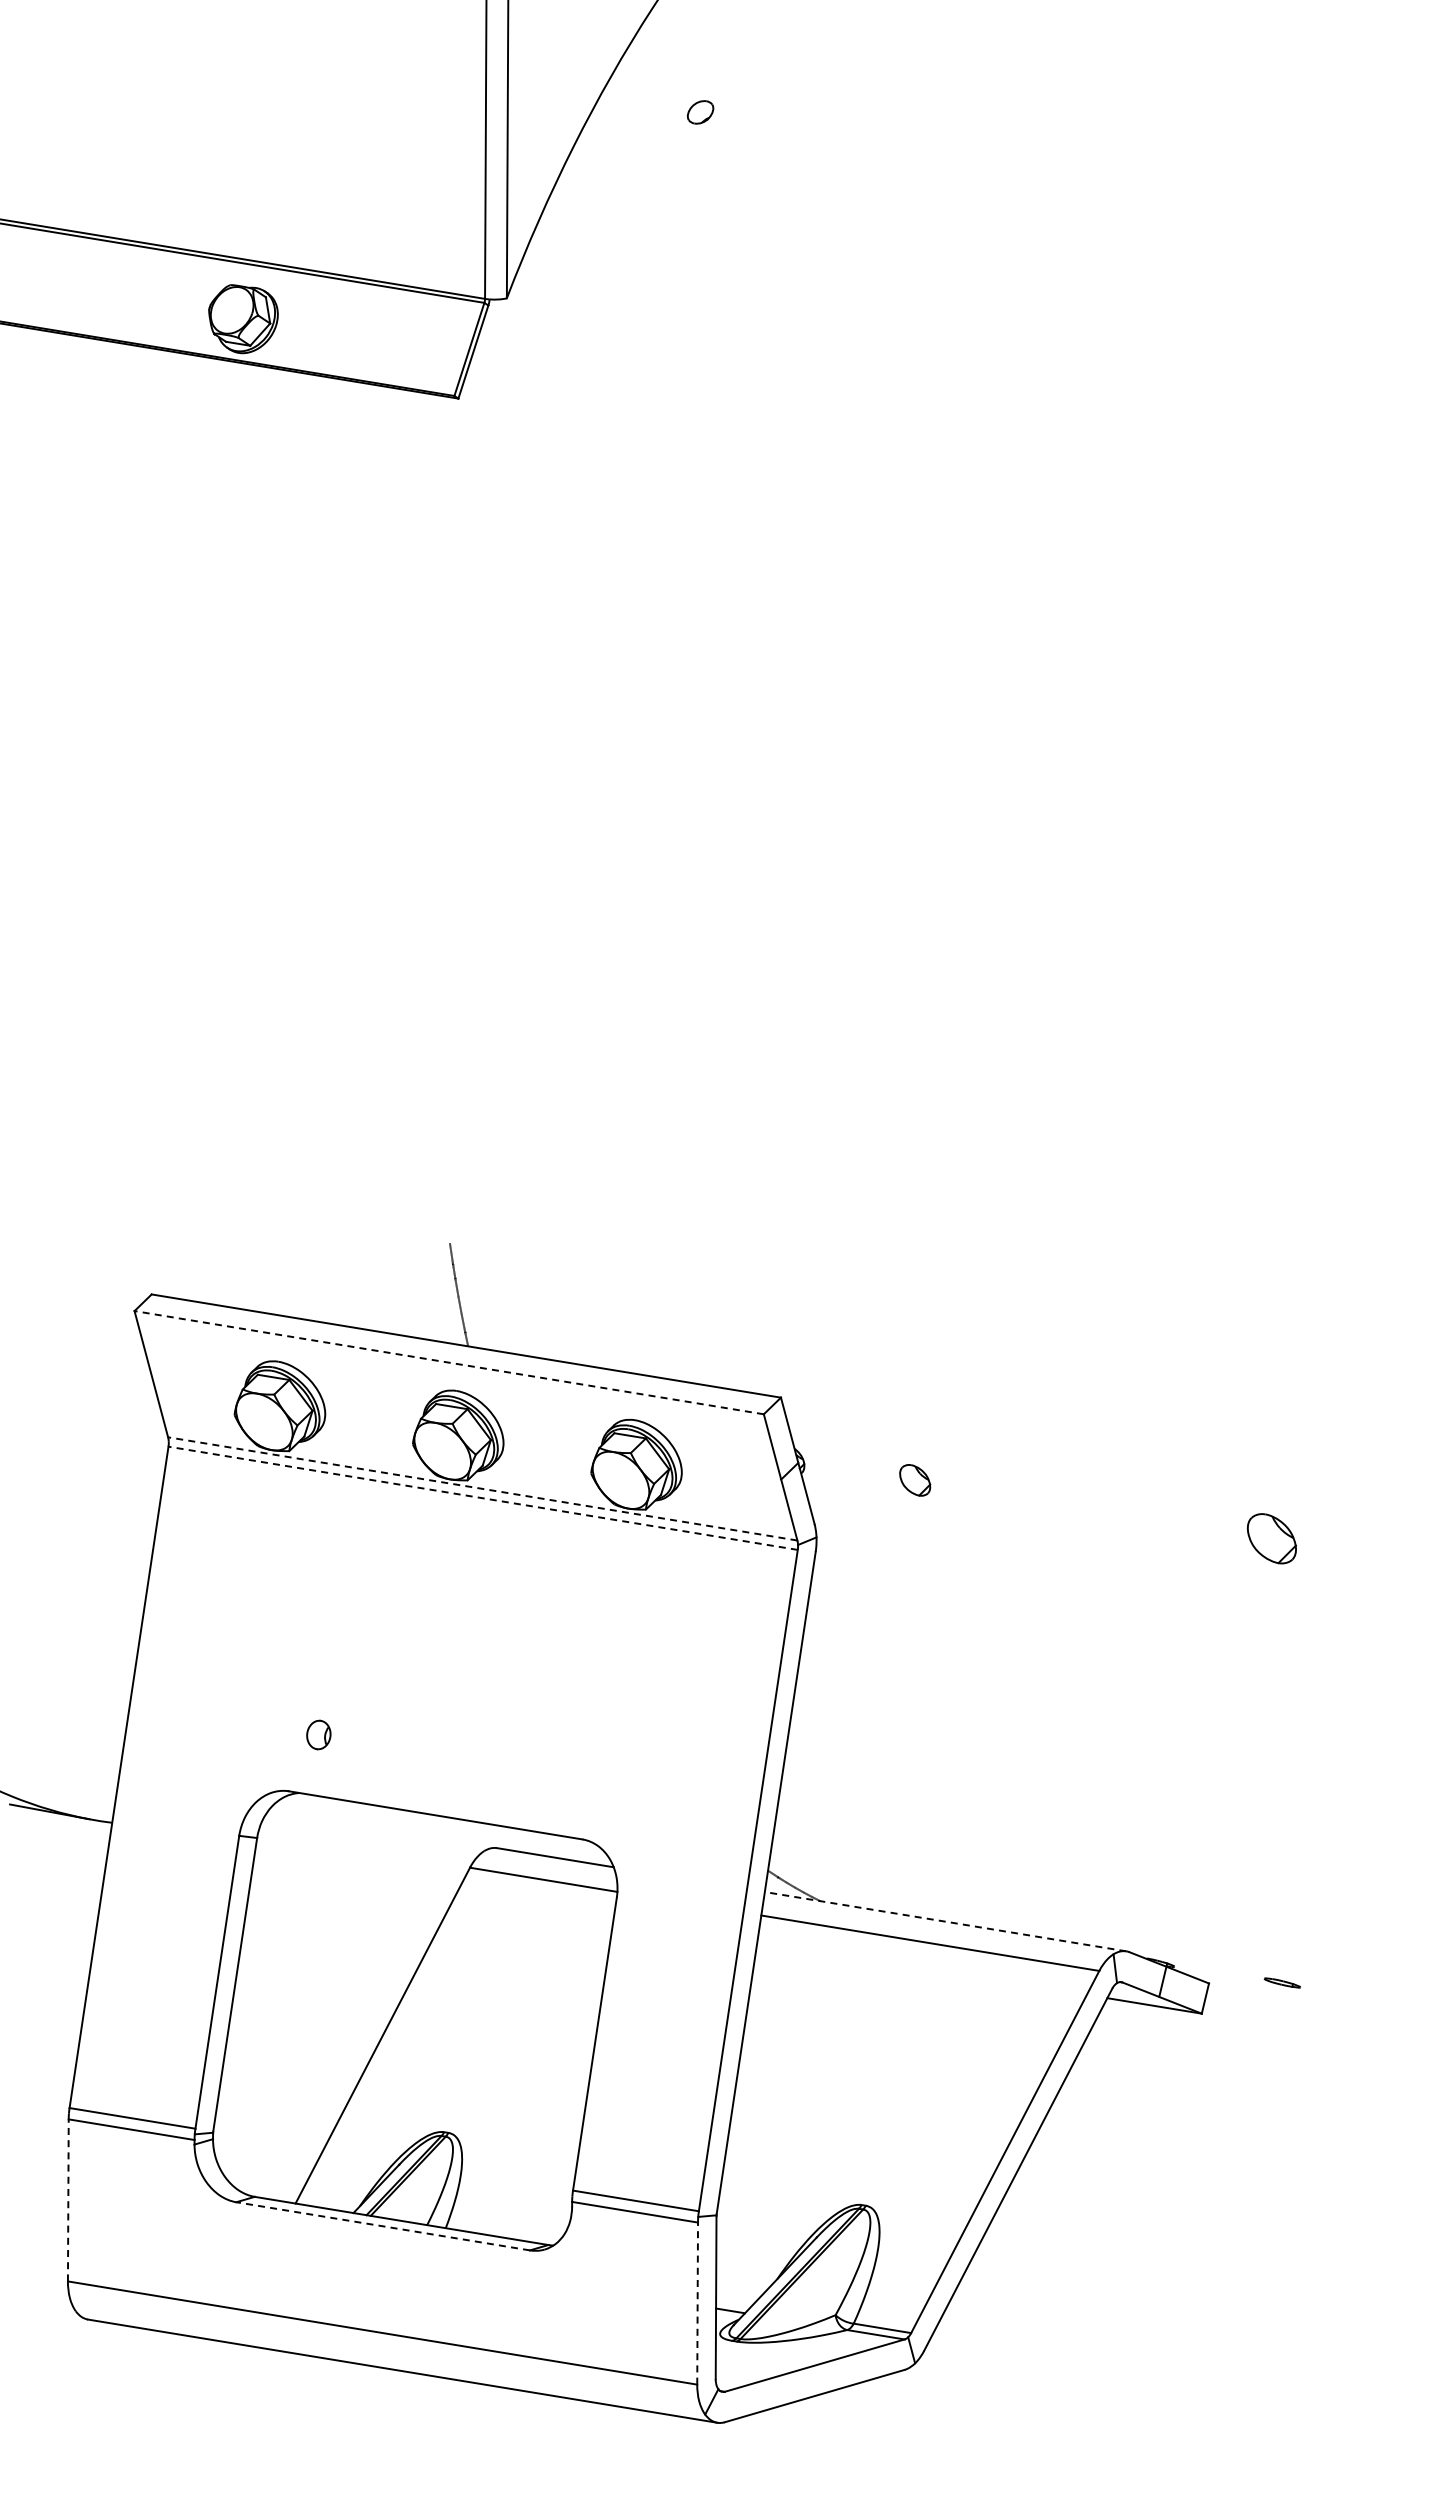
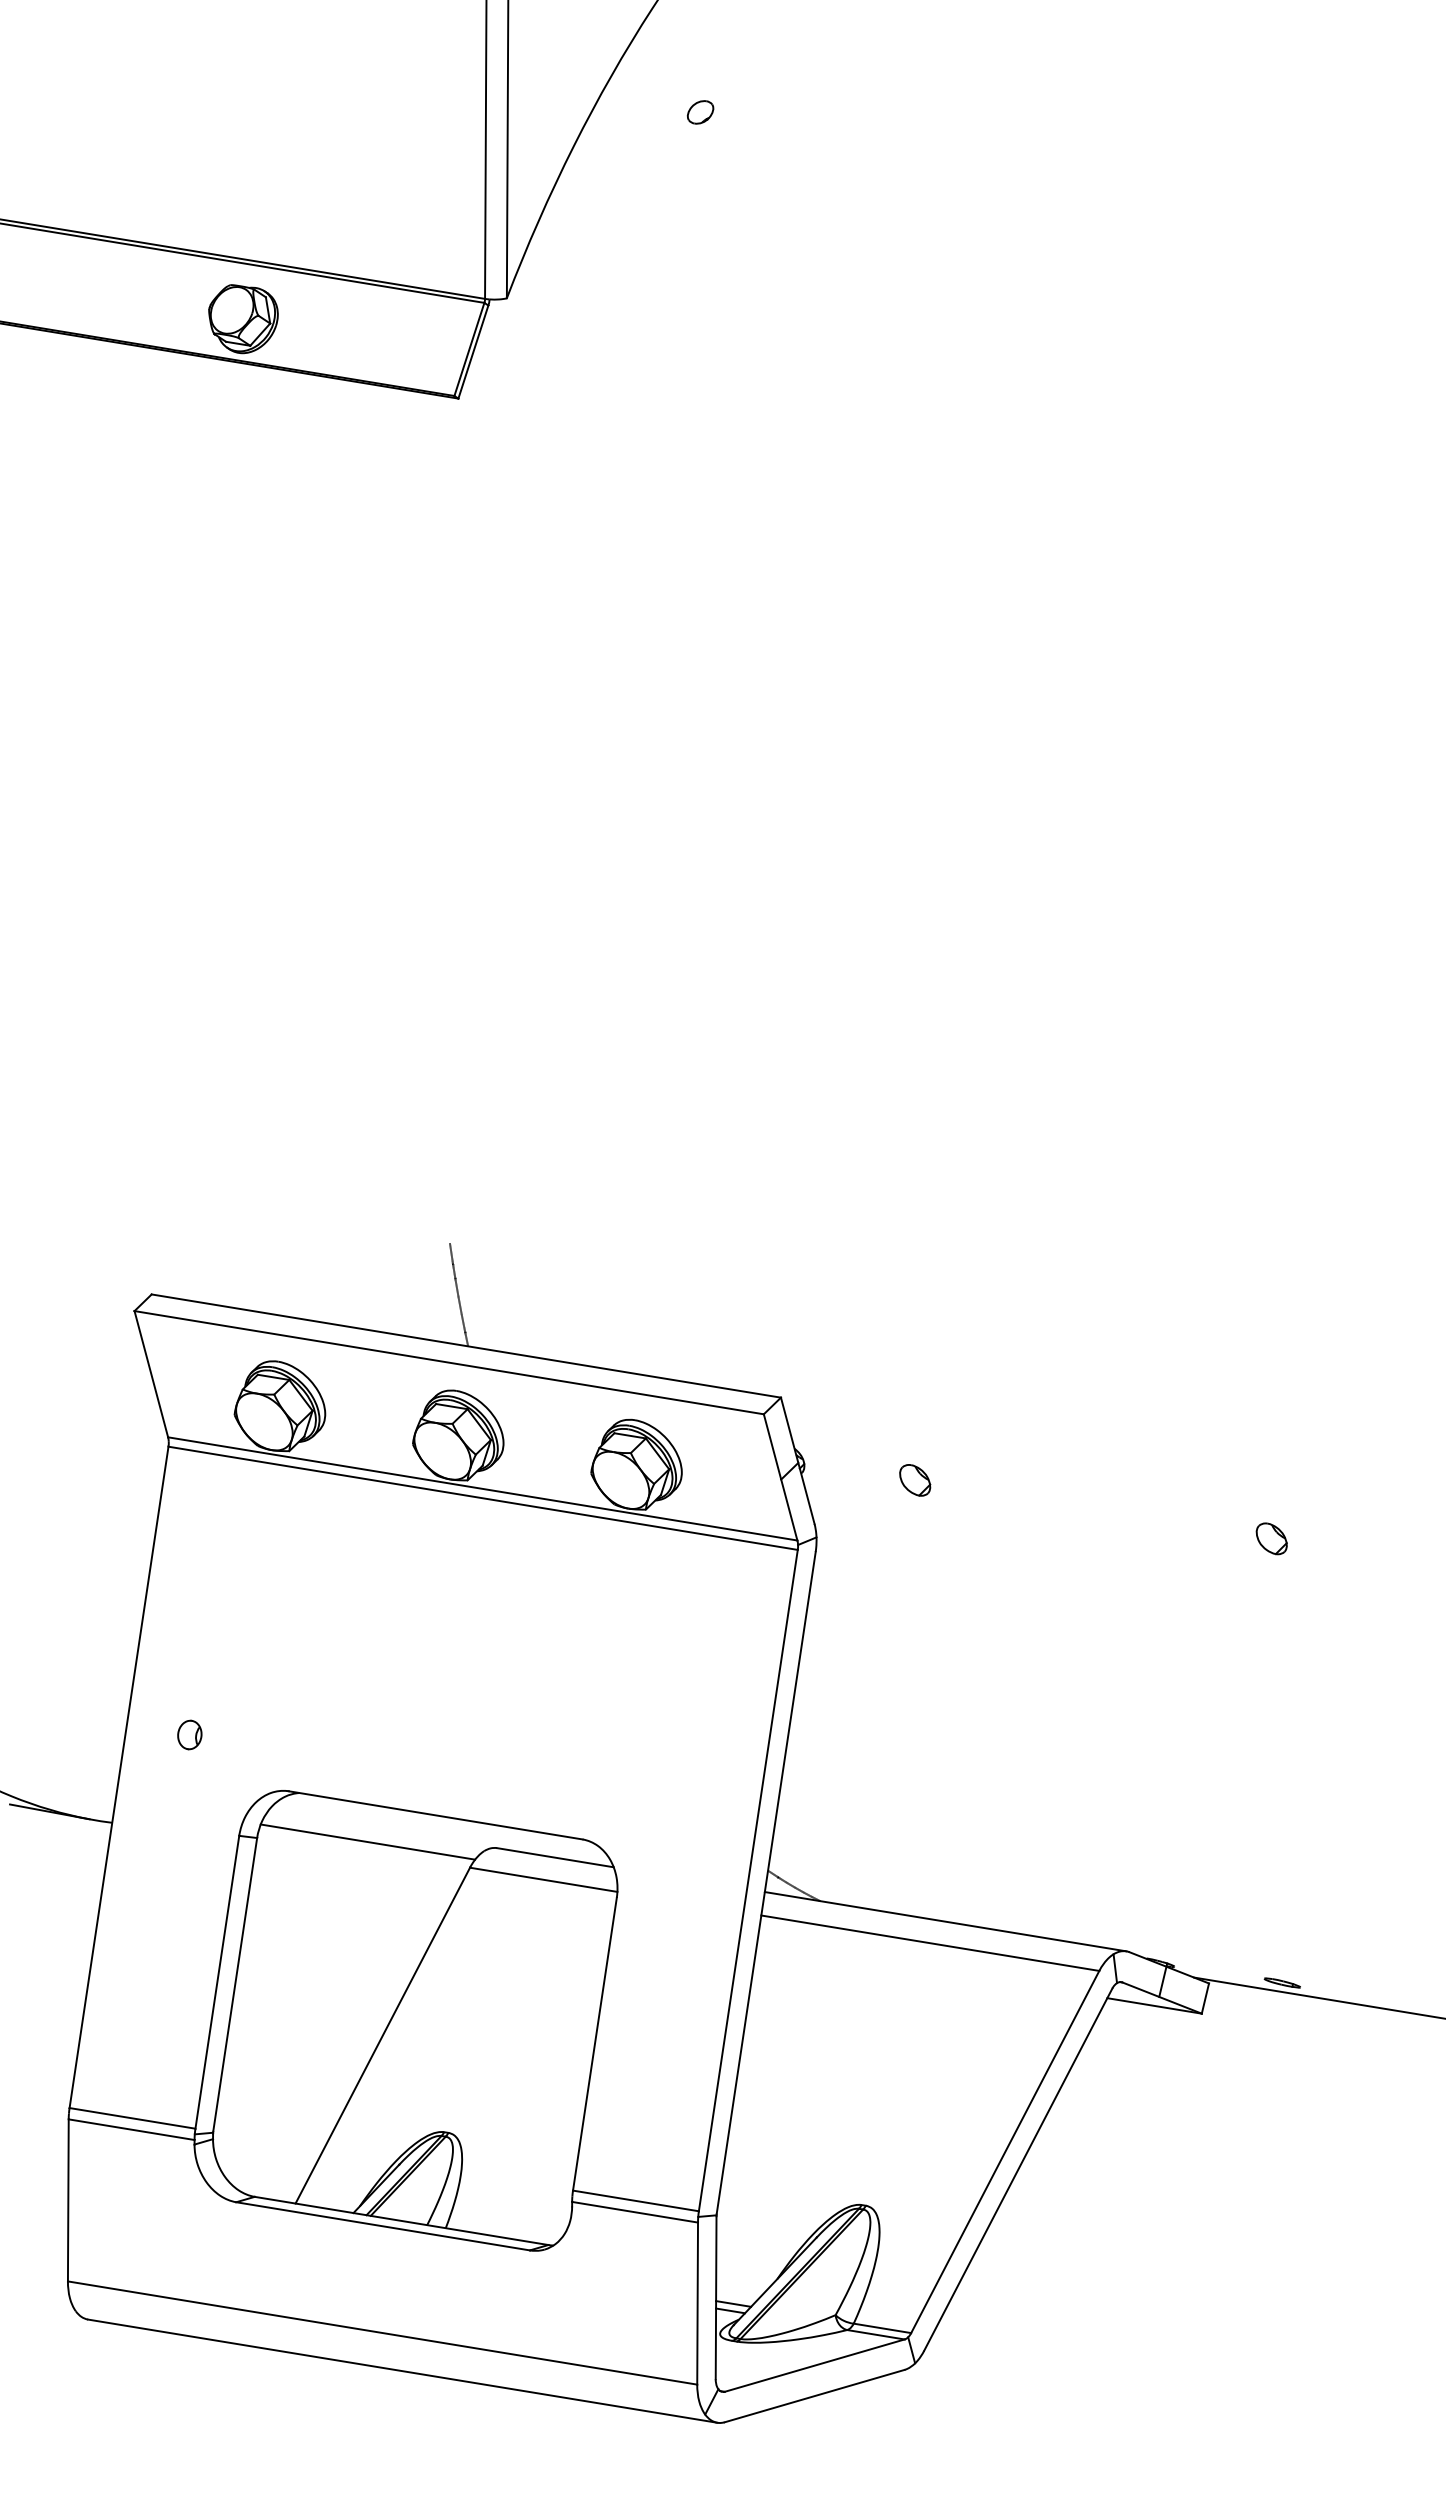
line at (449, 1362): dashed -> solid
line at (482, 1488): dashed -> solid
line at (483, 1498): dashed -> solid
part at (1271, 1538) size: 51x52 px -> 33x34 px
part at (318, 1734) position: (318, 1734) -> (189, 1734)
line at (367, 1841): none -> present
line at (945, 1921): dashed -> solid
line at (1318, 1997): none -> present
line at (68, 2199): dashed -> solid
line at (383, 2226): dashed -> solid
line at (697, 2303): dashed -> solid
line at (733, 2303): none -> present
